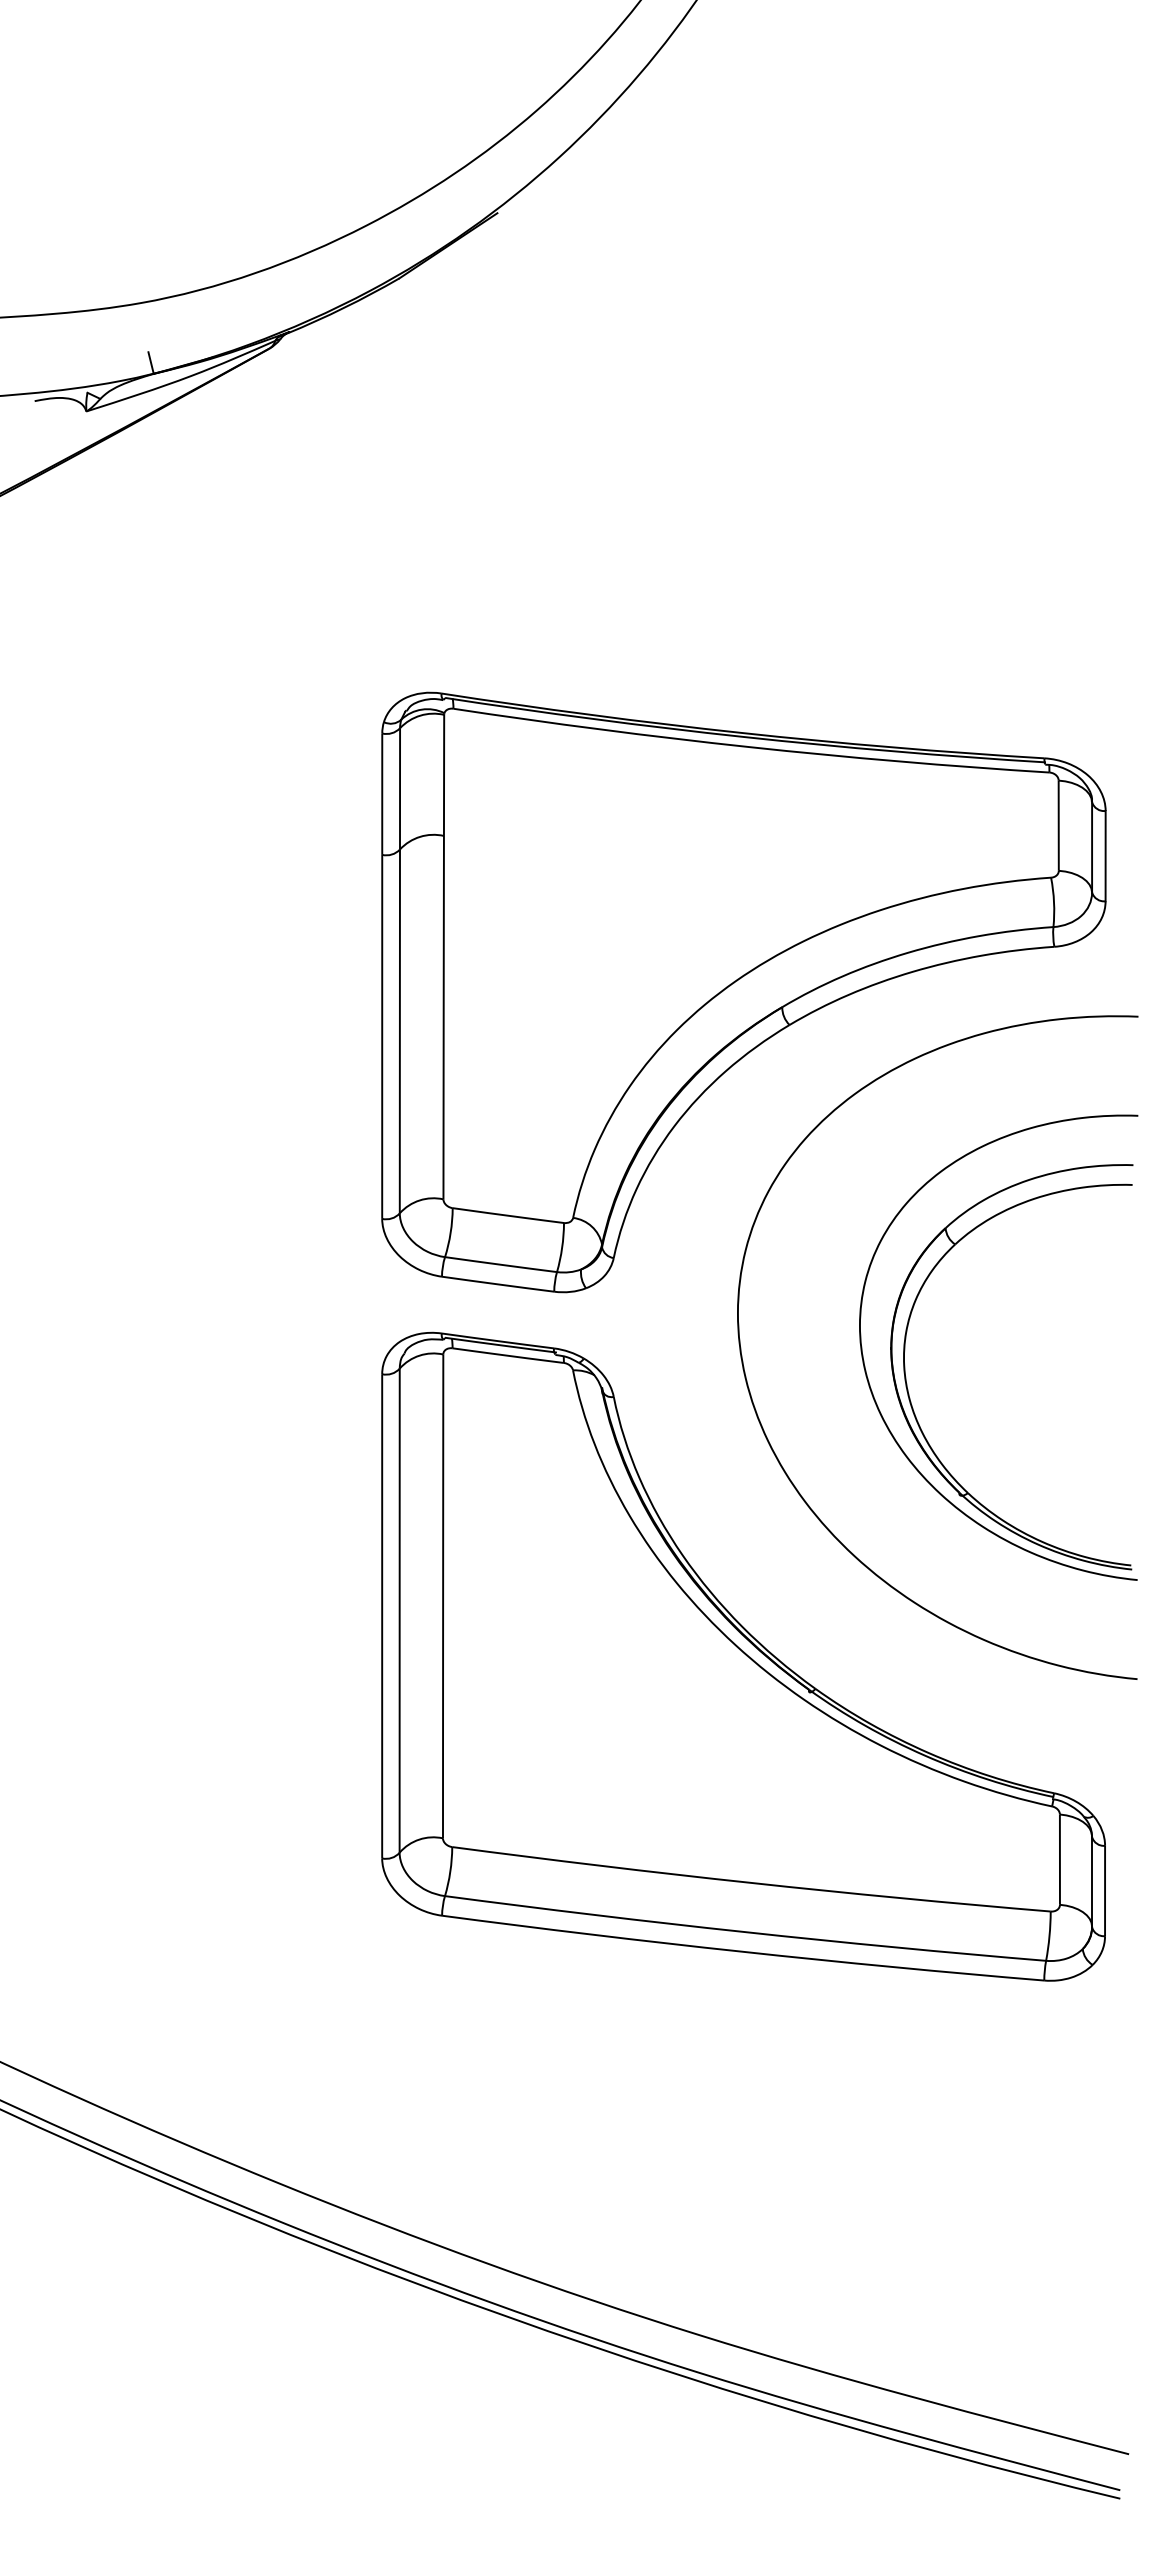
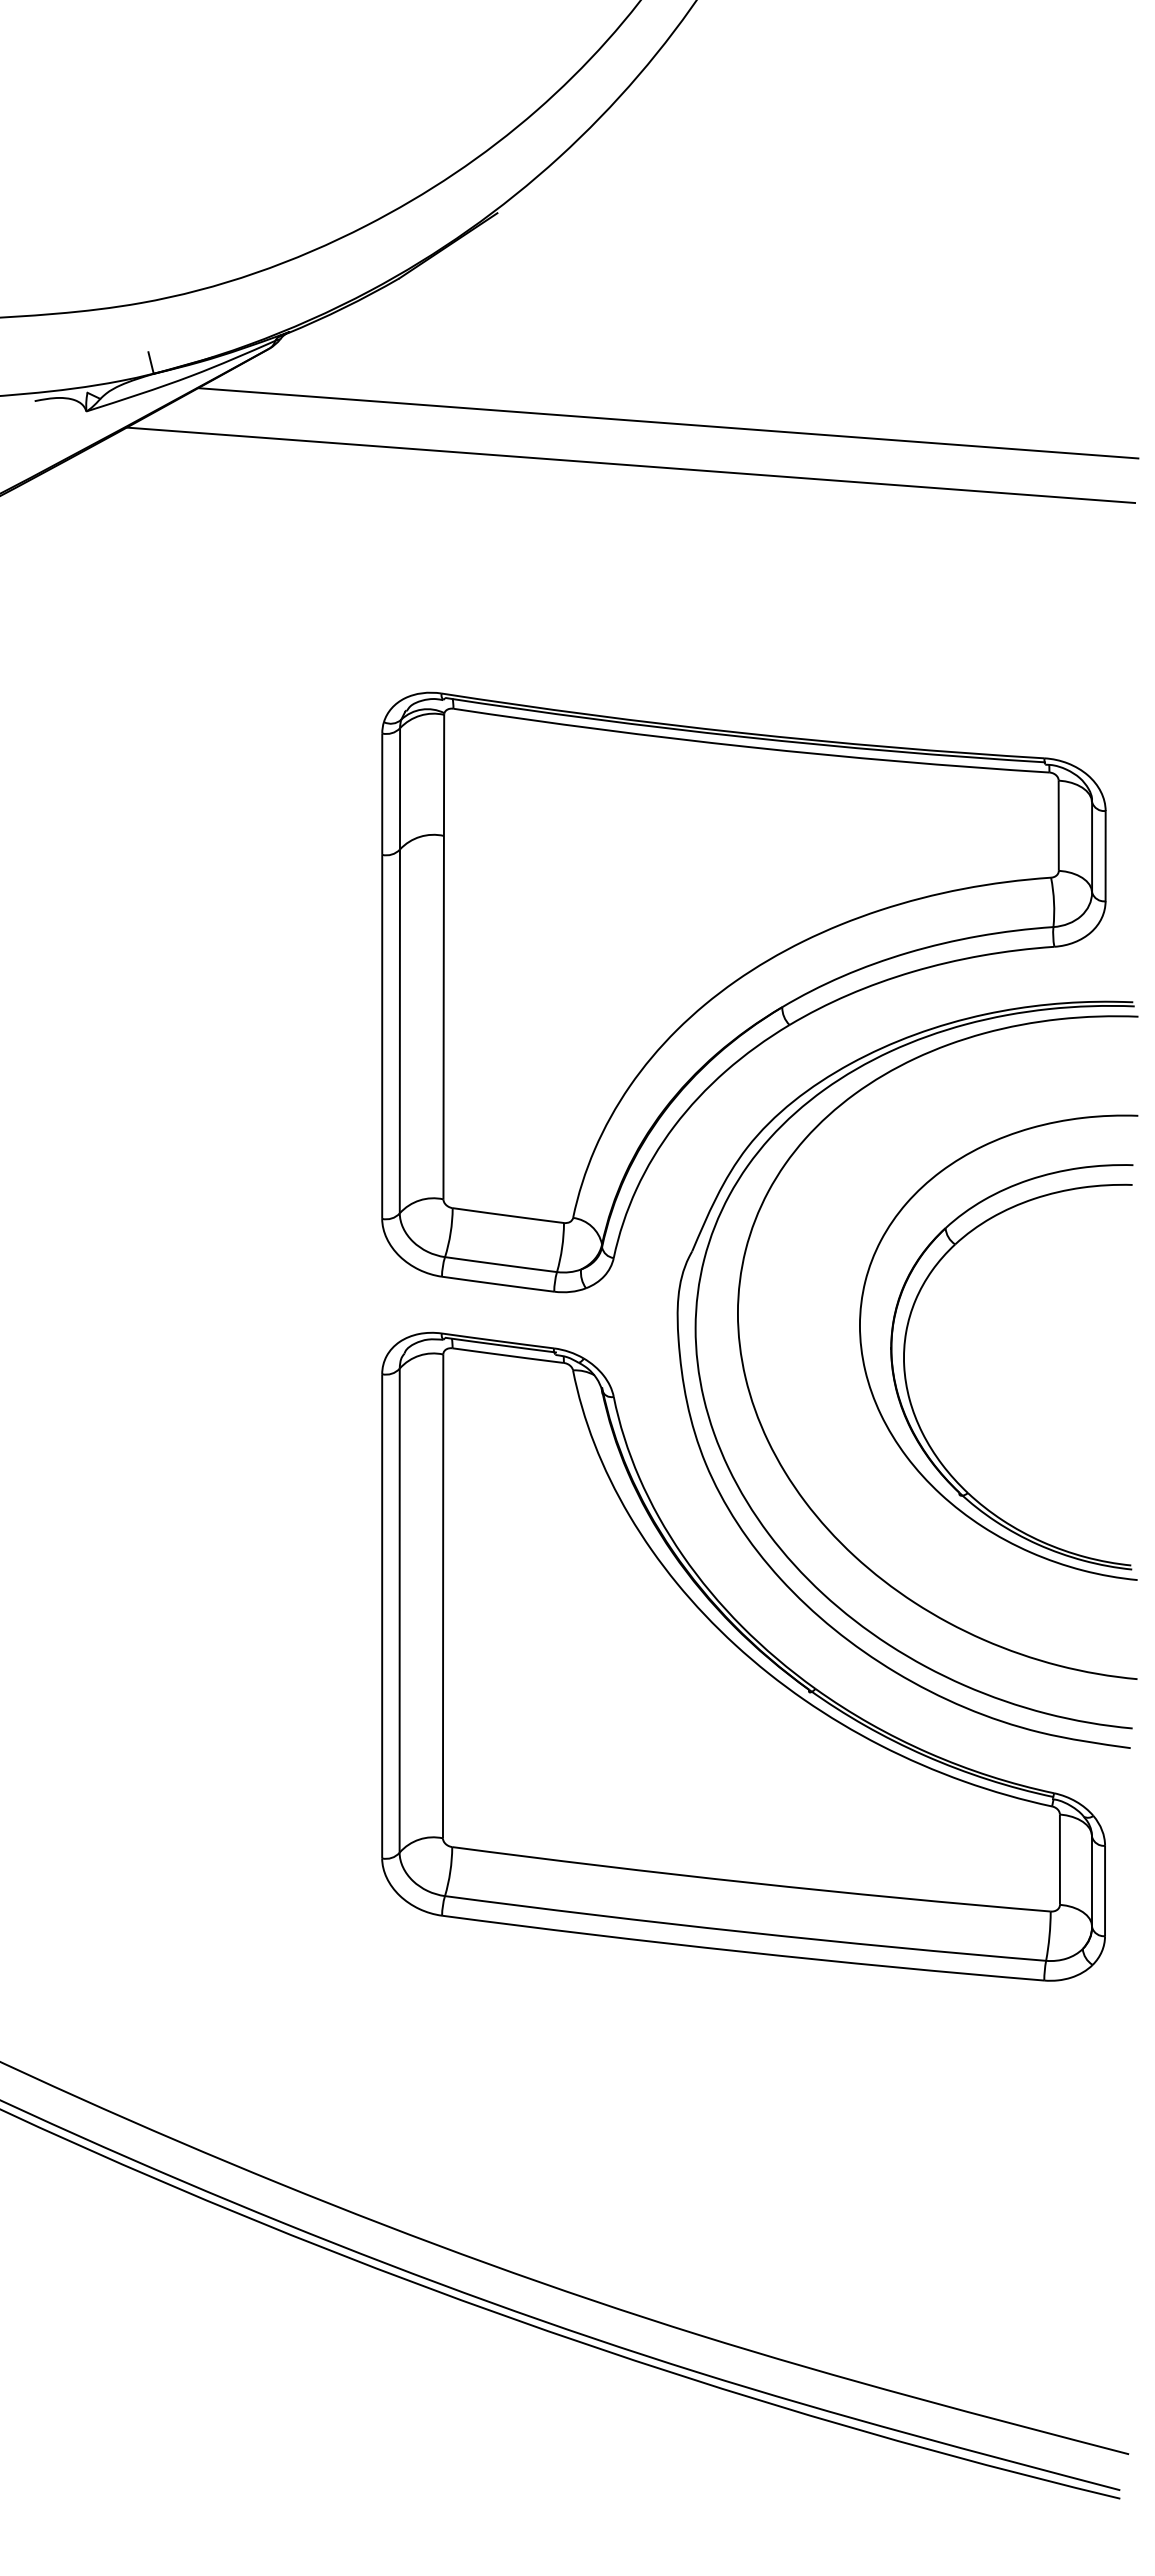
line at (667, 423): none -> present
line at (630, 465): none -> present
part at (723, 1453): none -> present
